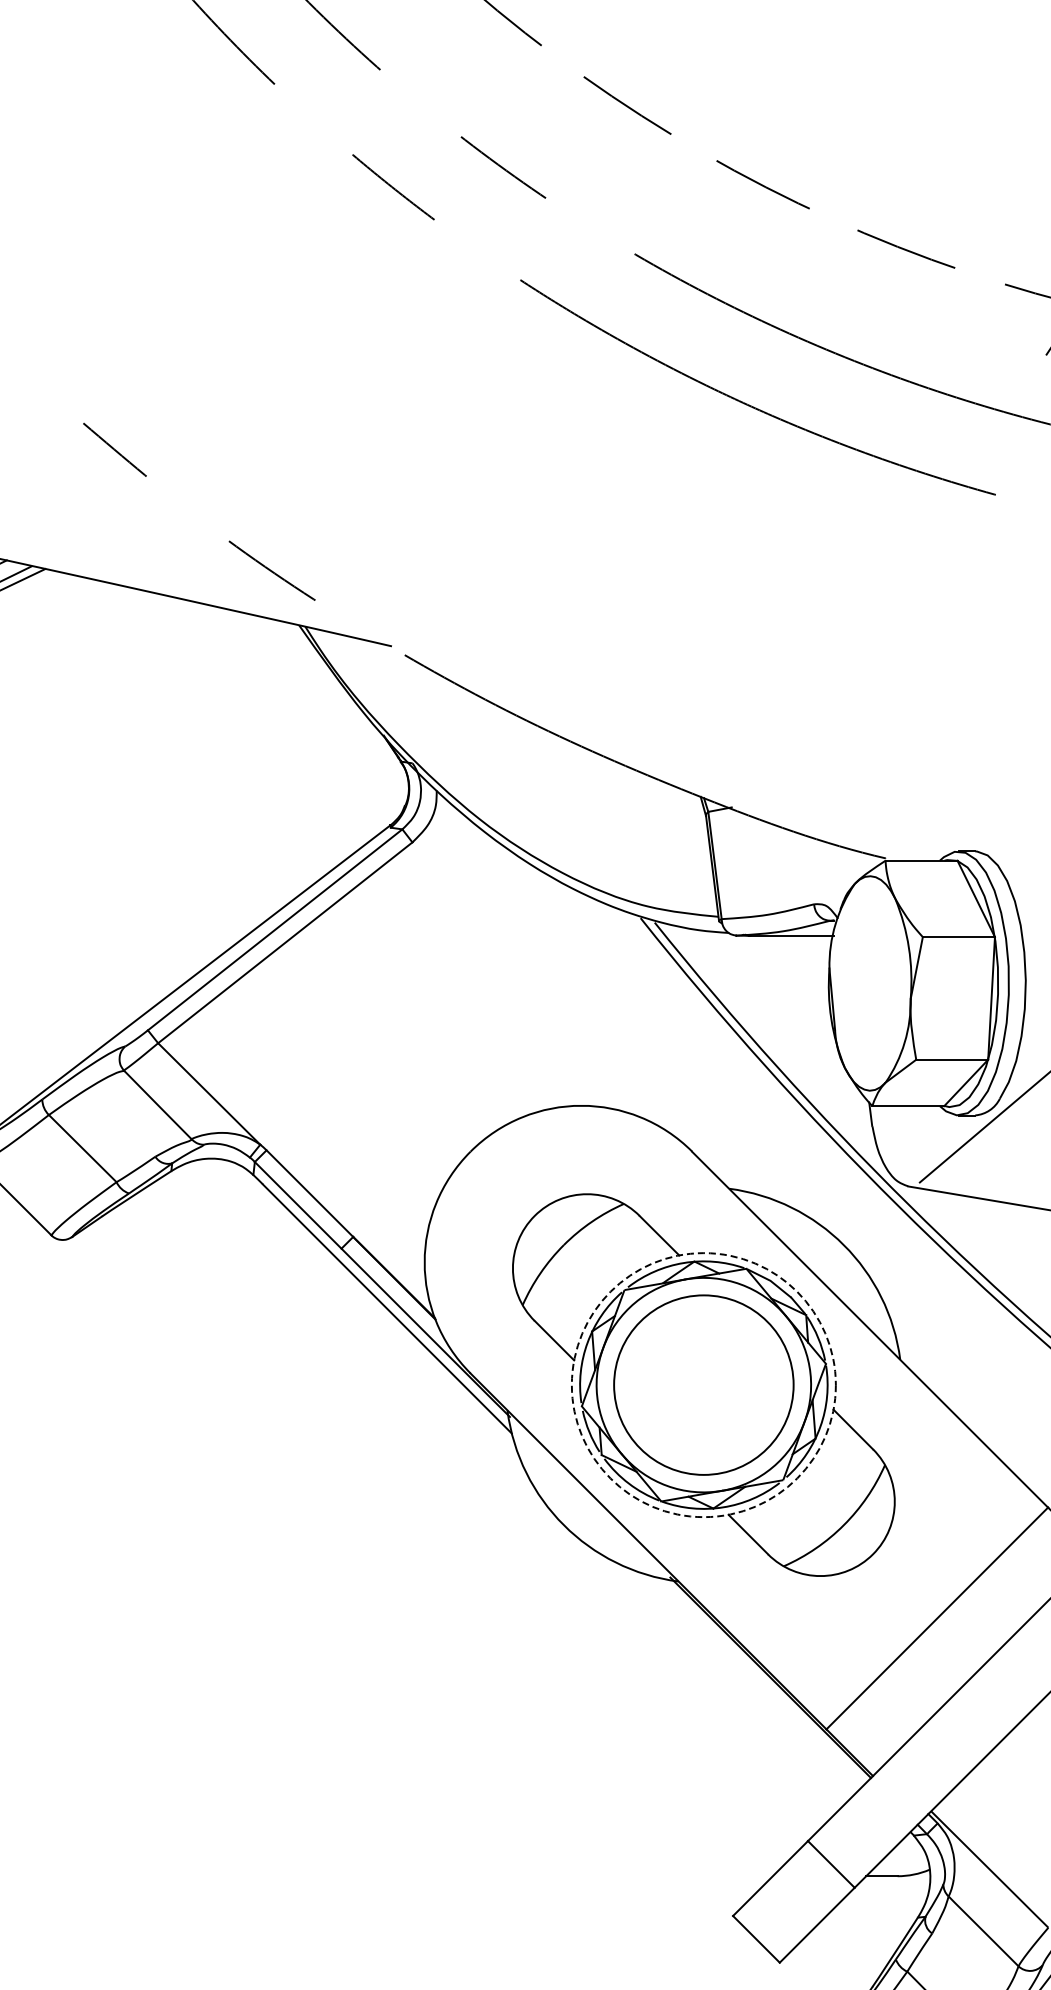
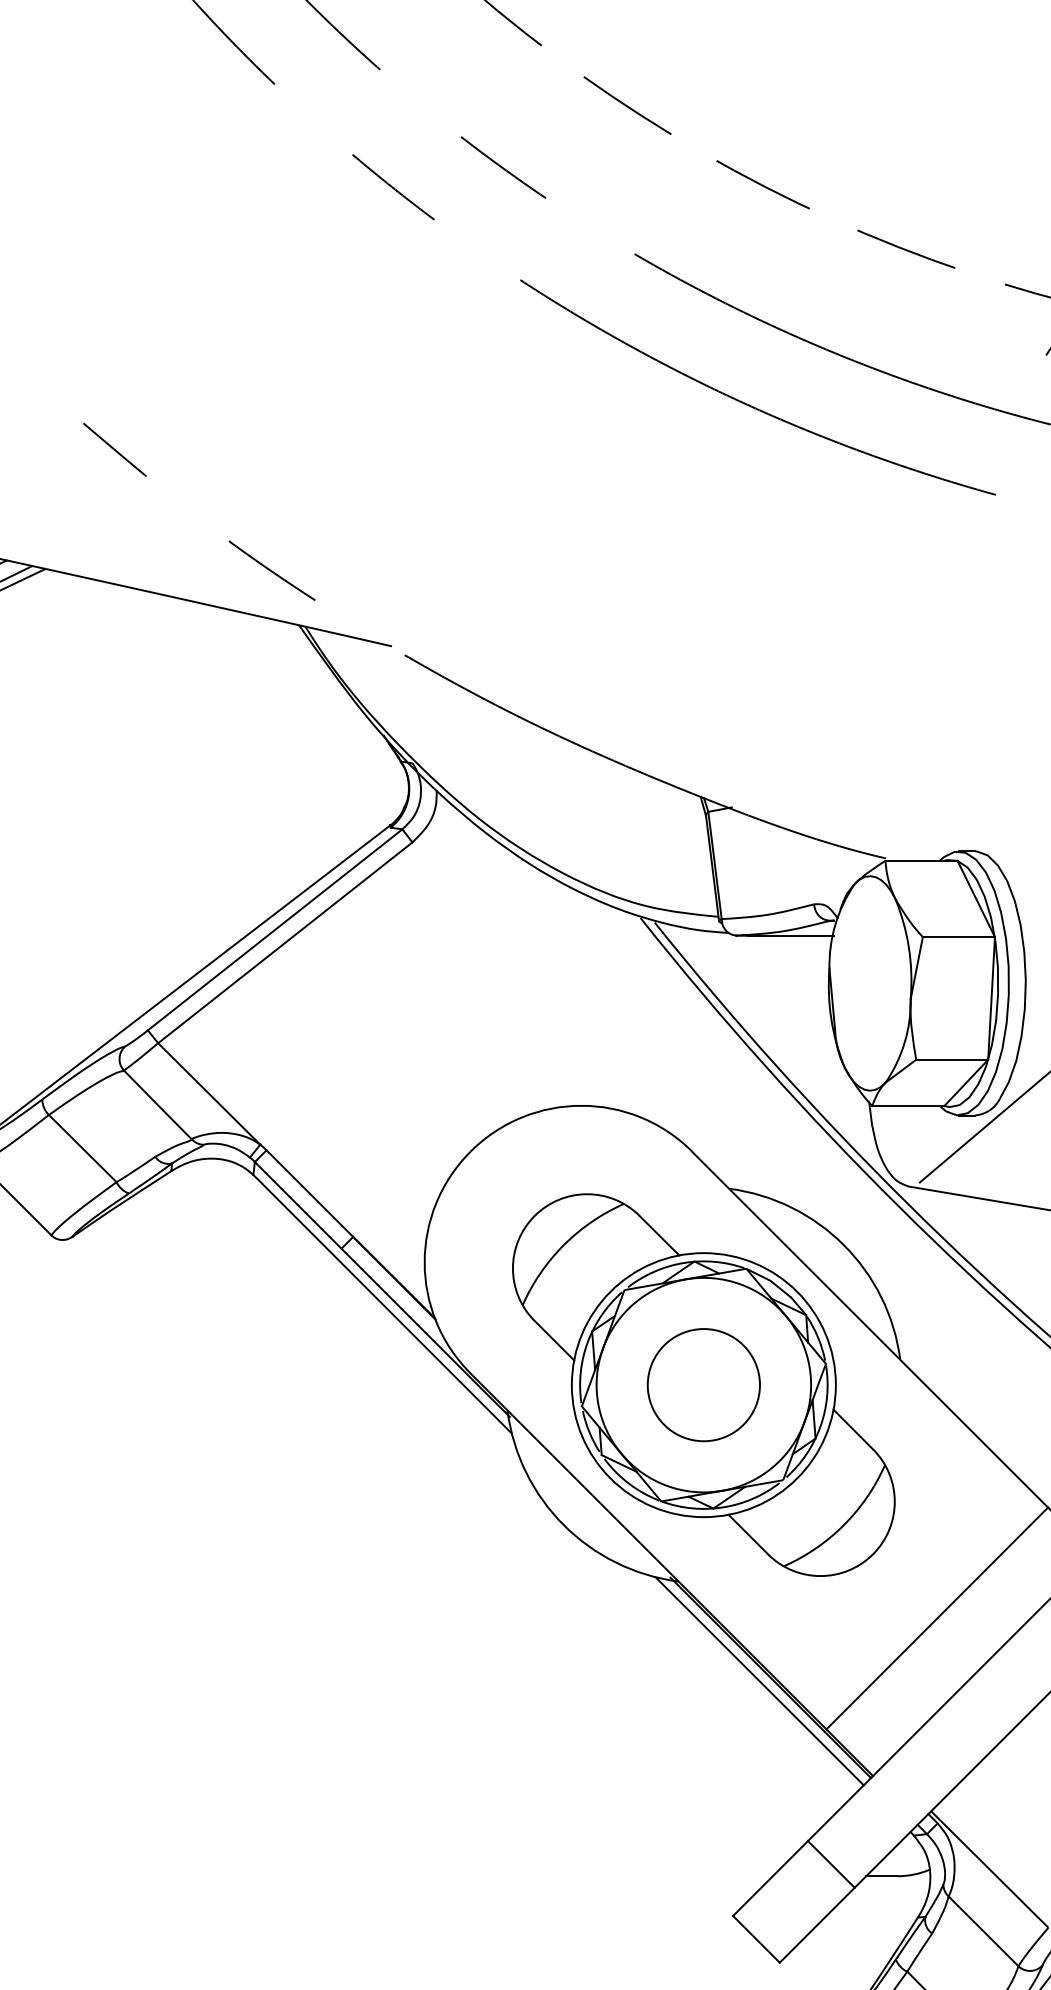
circle at (703, 1384) diameter: 180 px -> 112 px
circle at (703, 1385): dashed -> solid
line at (759, 1681): none -> present
